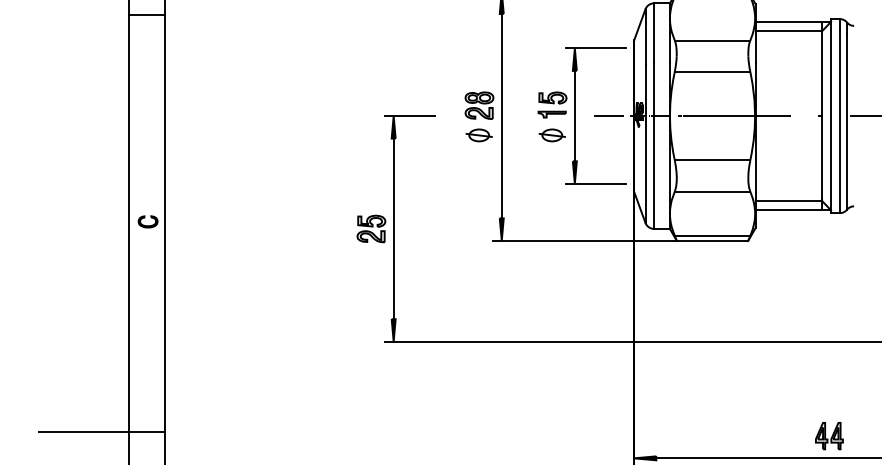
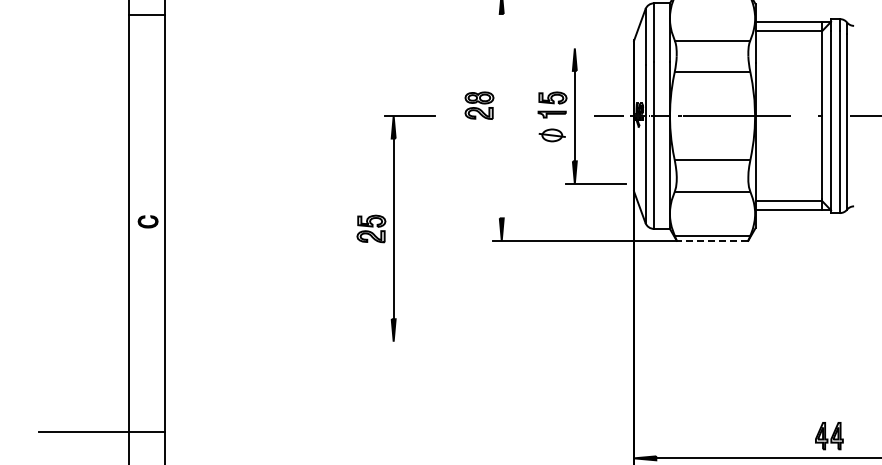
line at (595, 48): present -> none
line at (501, 115): present -> none
part at (478, 135): present -> none
line at (712, 240): solid -> dashed
line at (631, 341): present -> none
